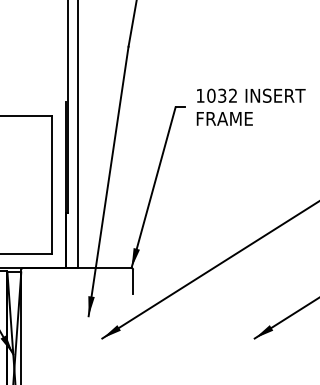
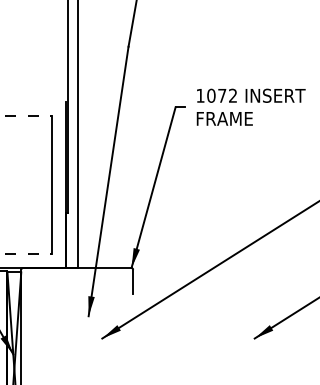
text at (222, 95): 1032 -> 1072
line at (26, 115): solid -> dashed
line at (26, 254): solid -> dashed
